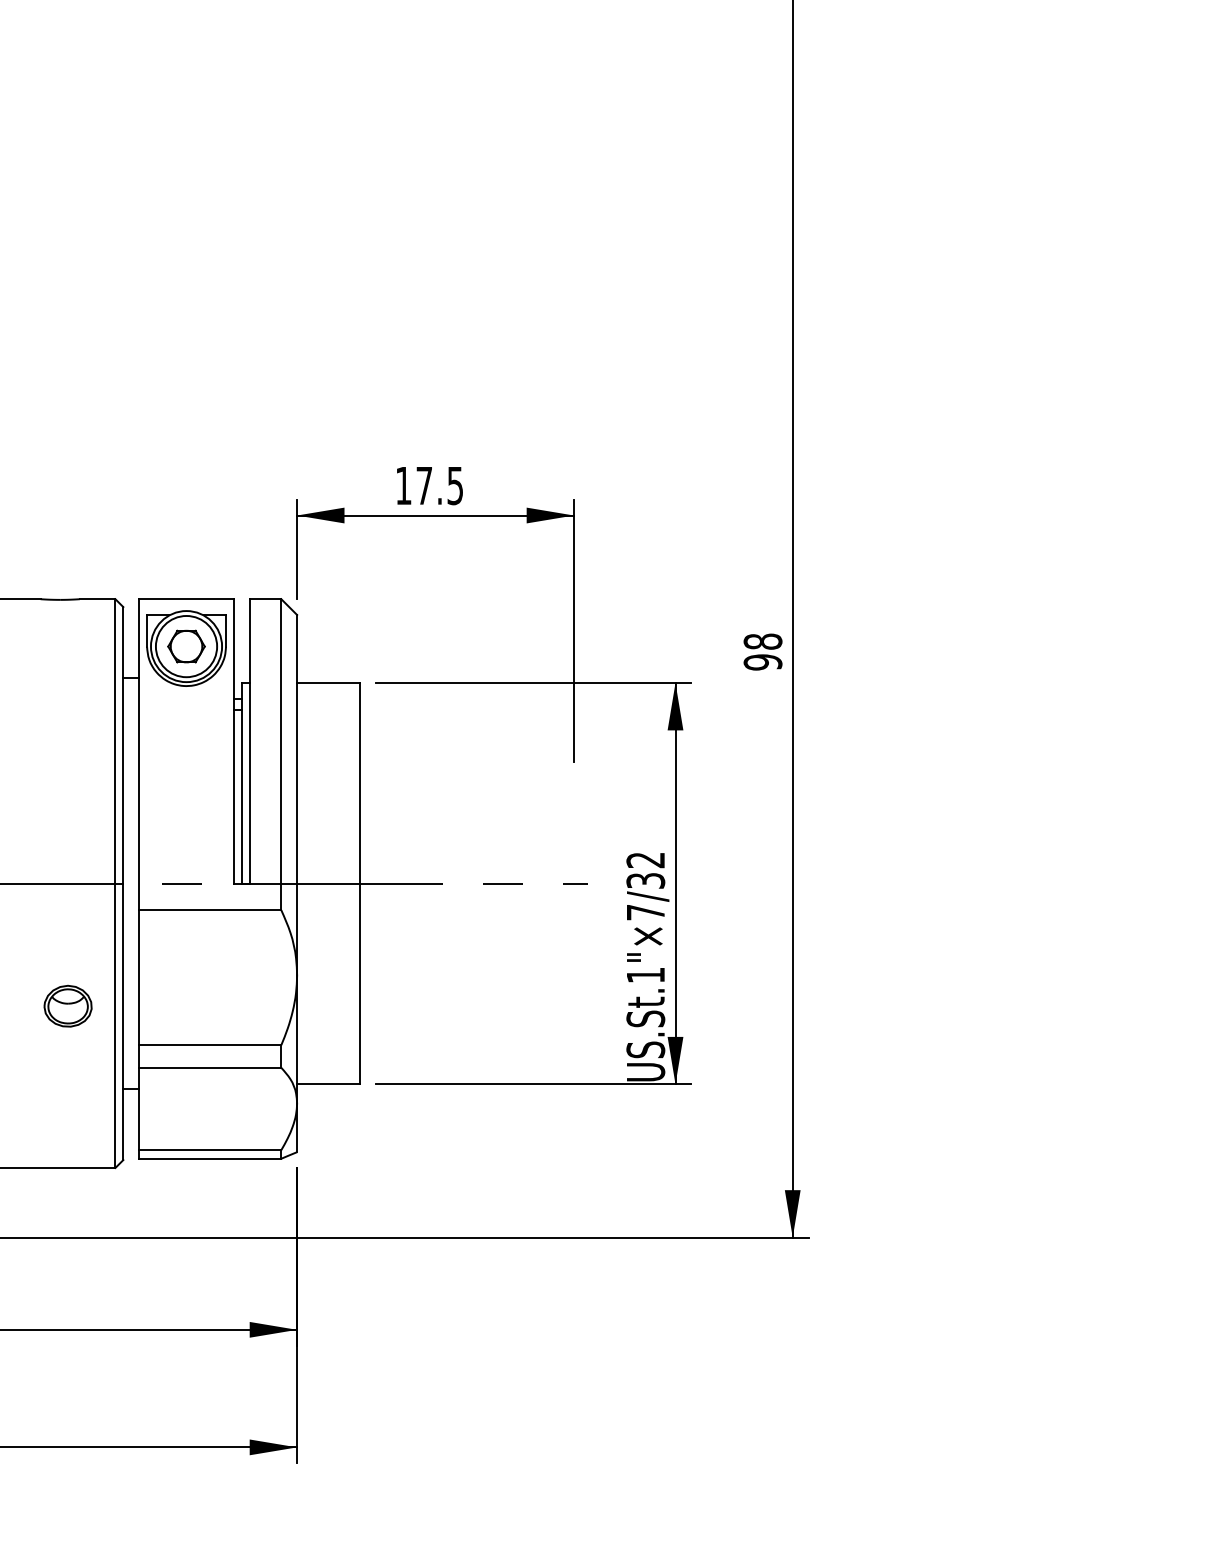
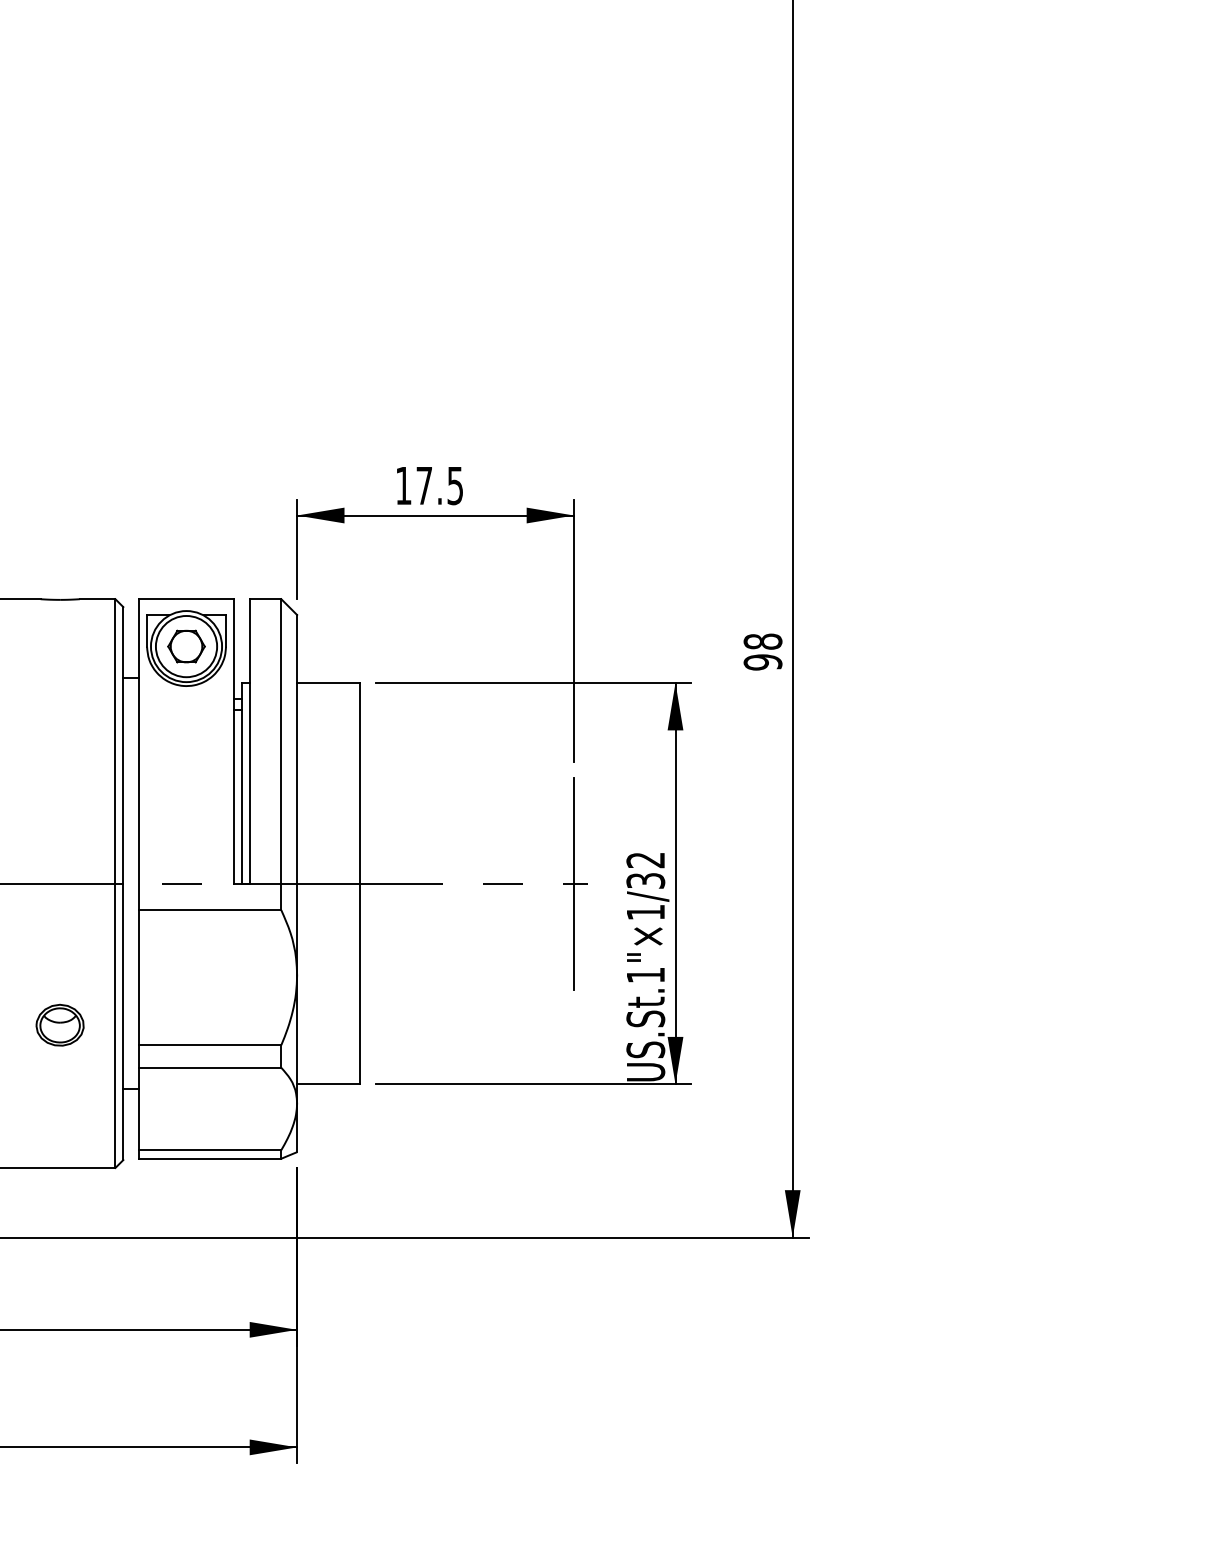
line at (574, 883): none -> present
text at (645, 912): US.St.1"×7/32 -> US.St.1"×1/32
part at (67, 1005) position: (67, 1005) -> (59, 1024)
